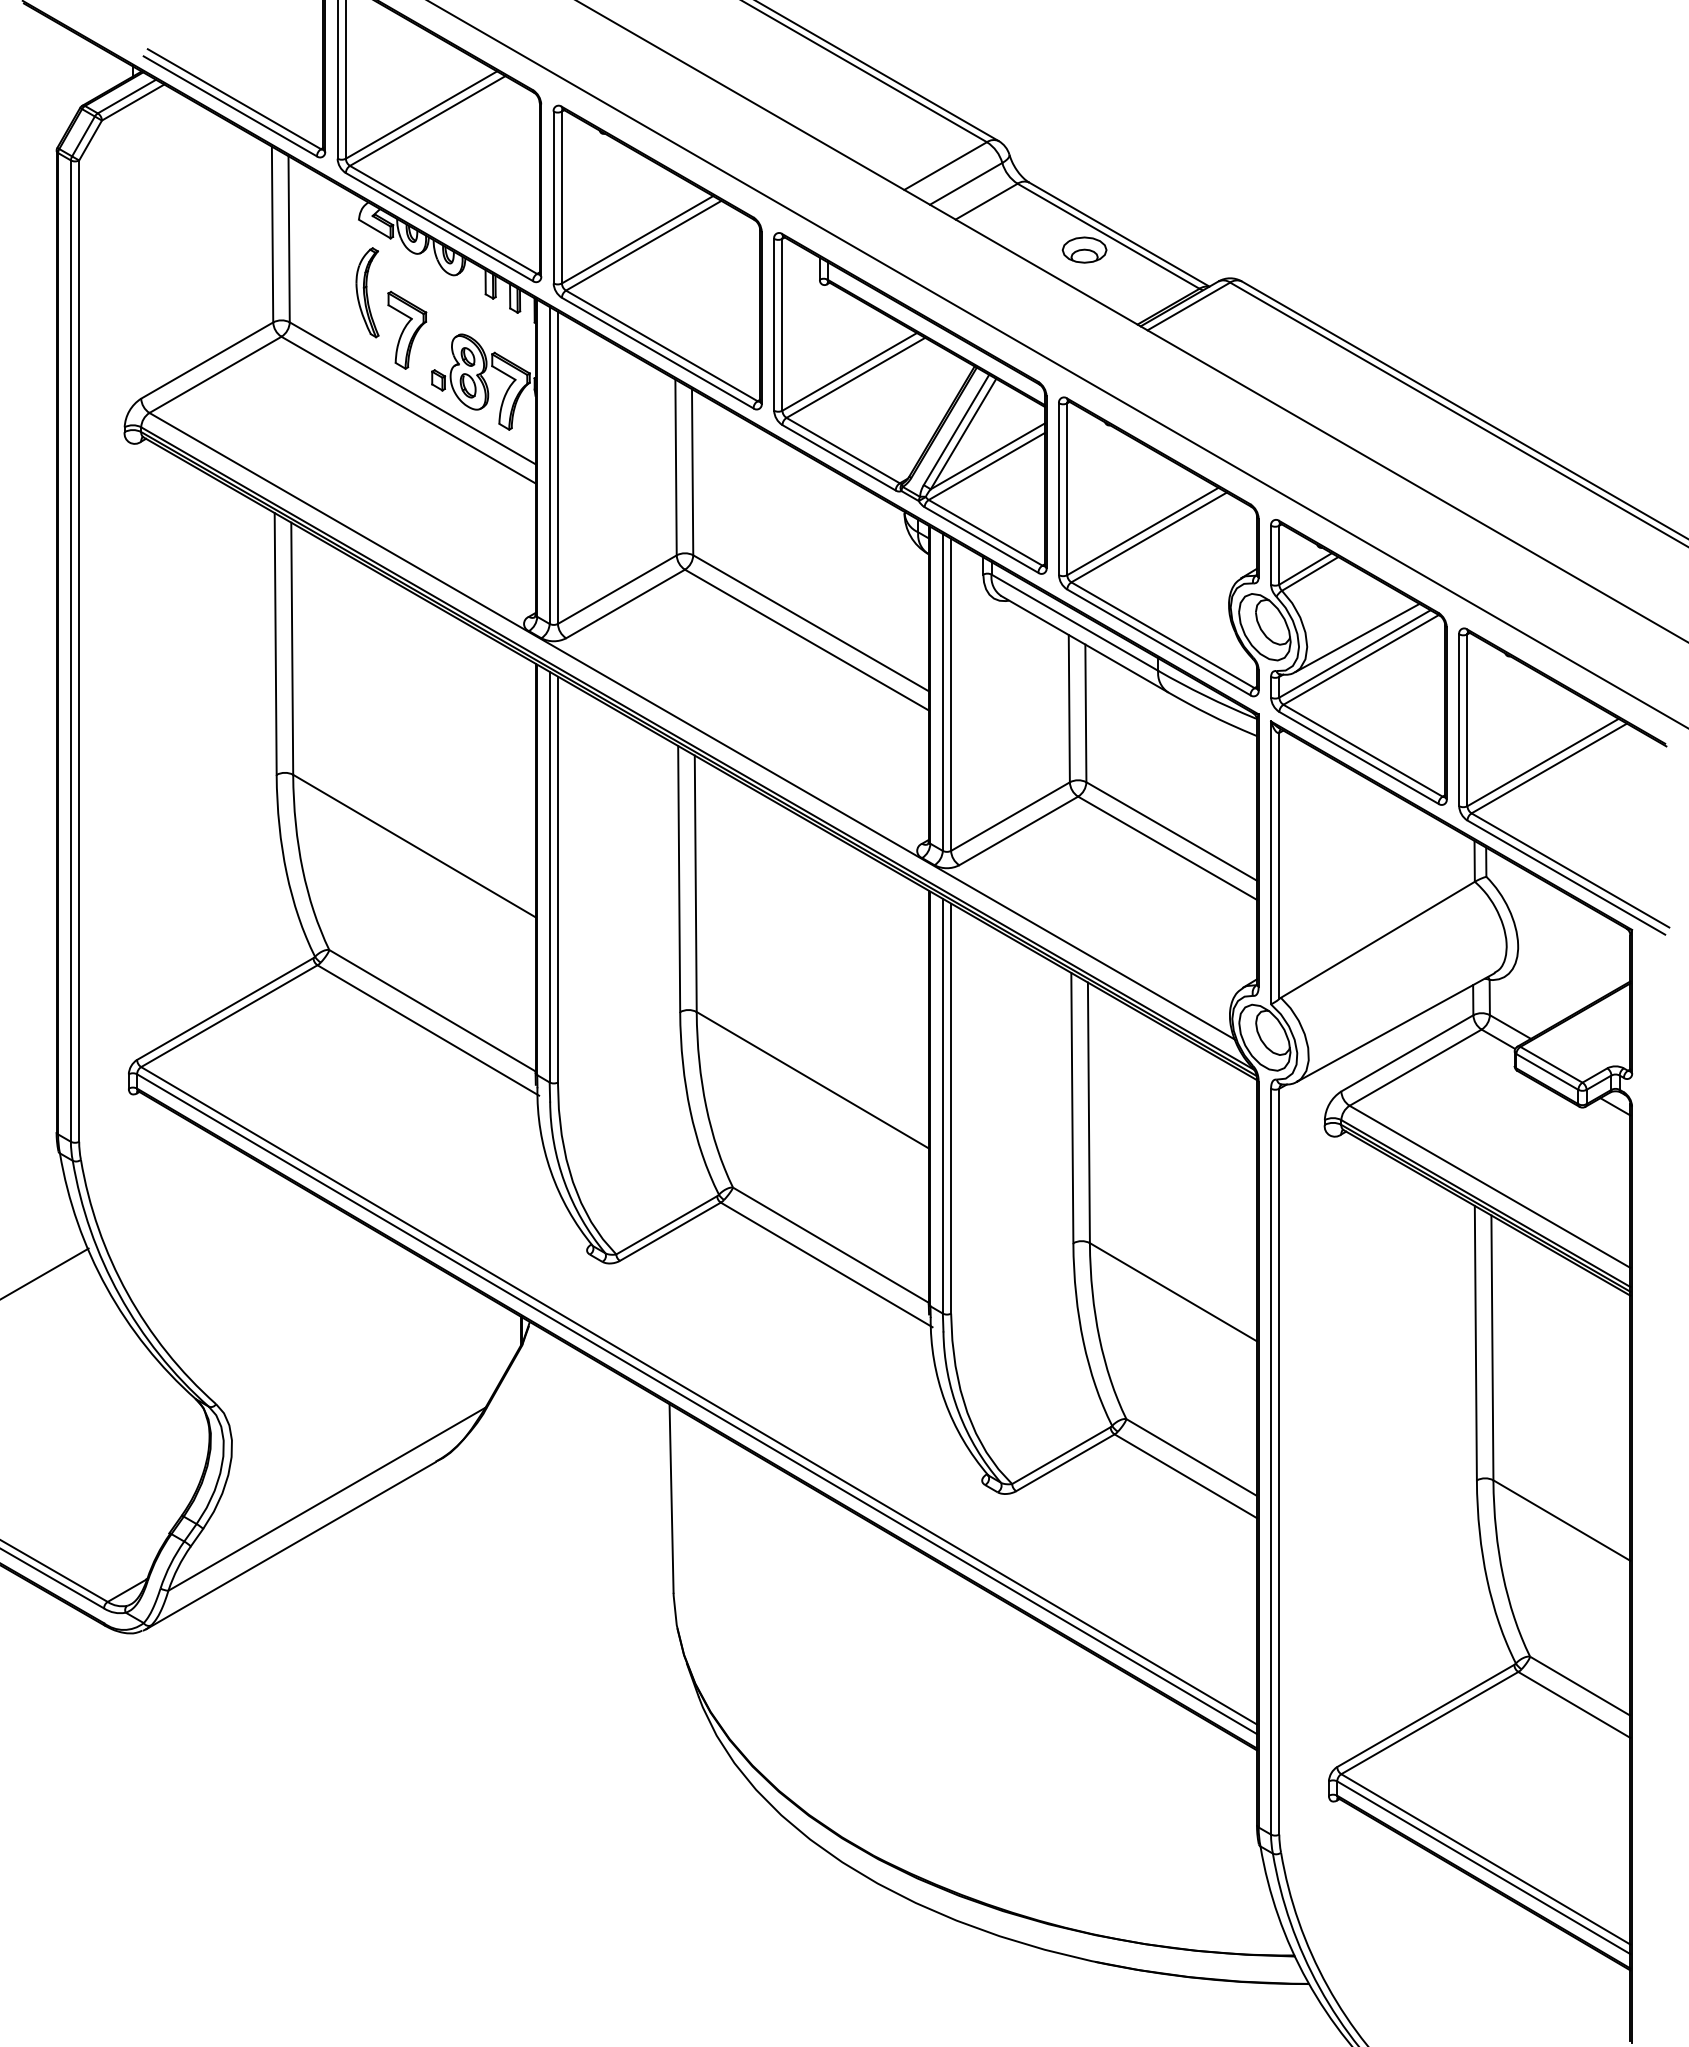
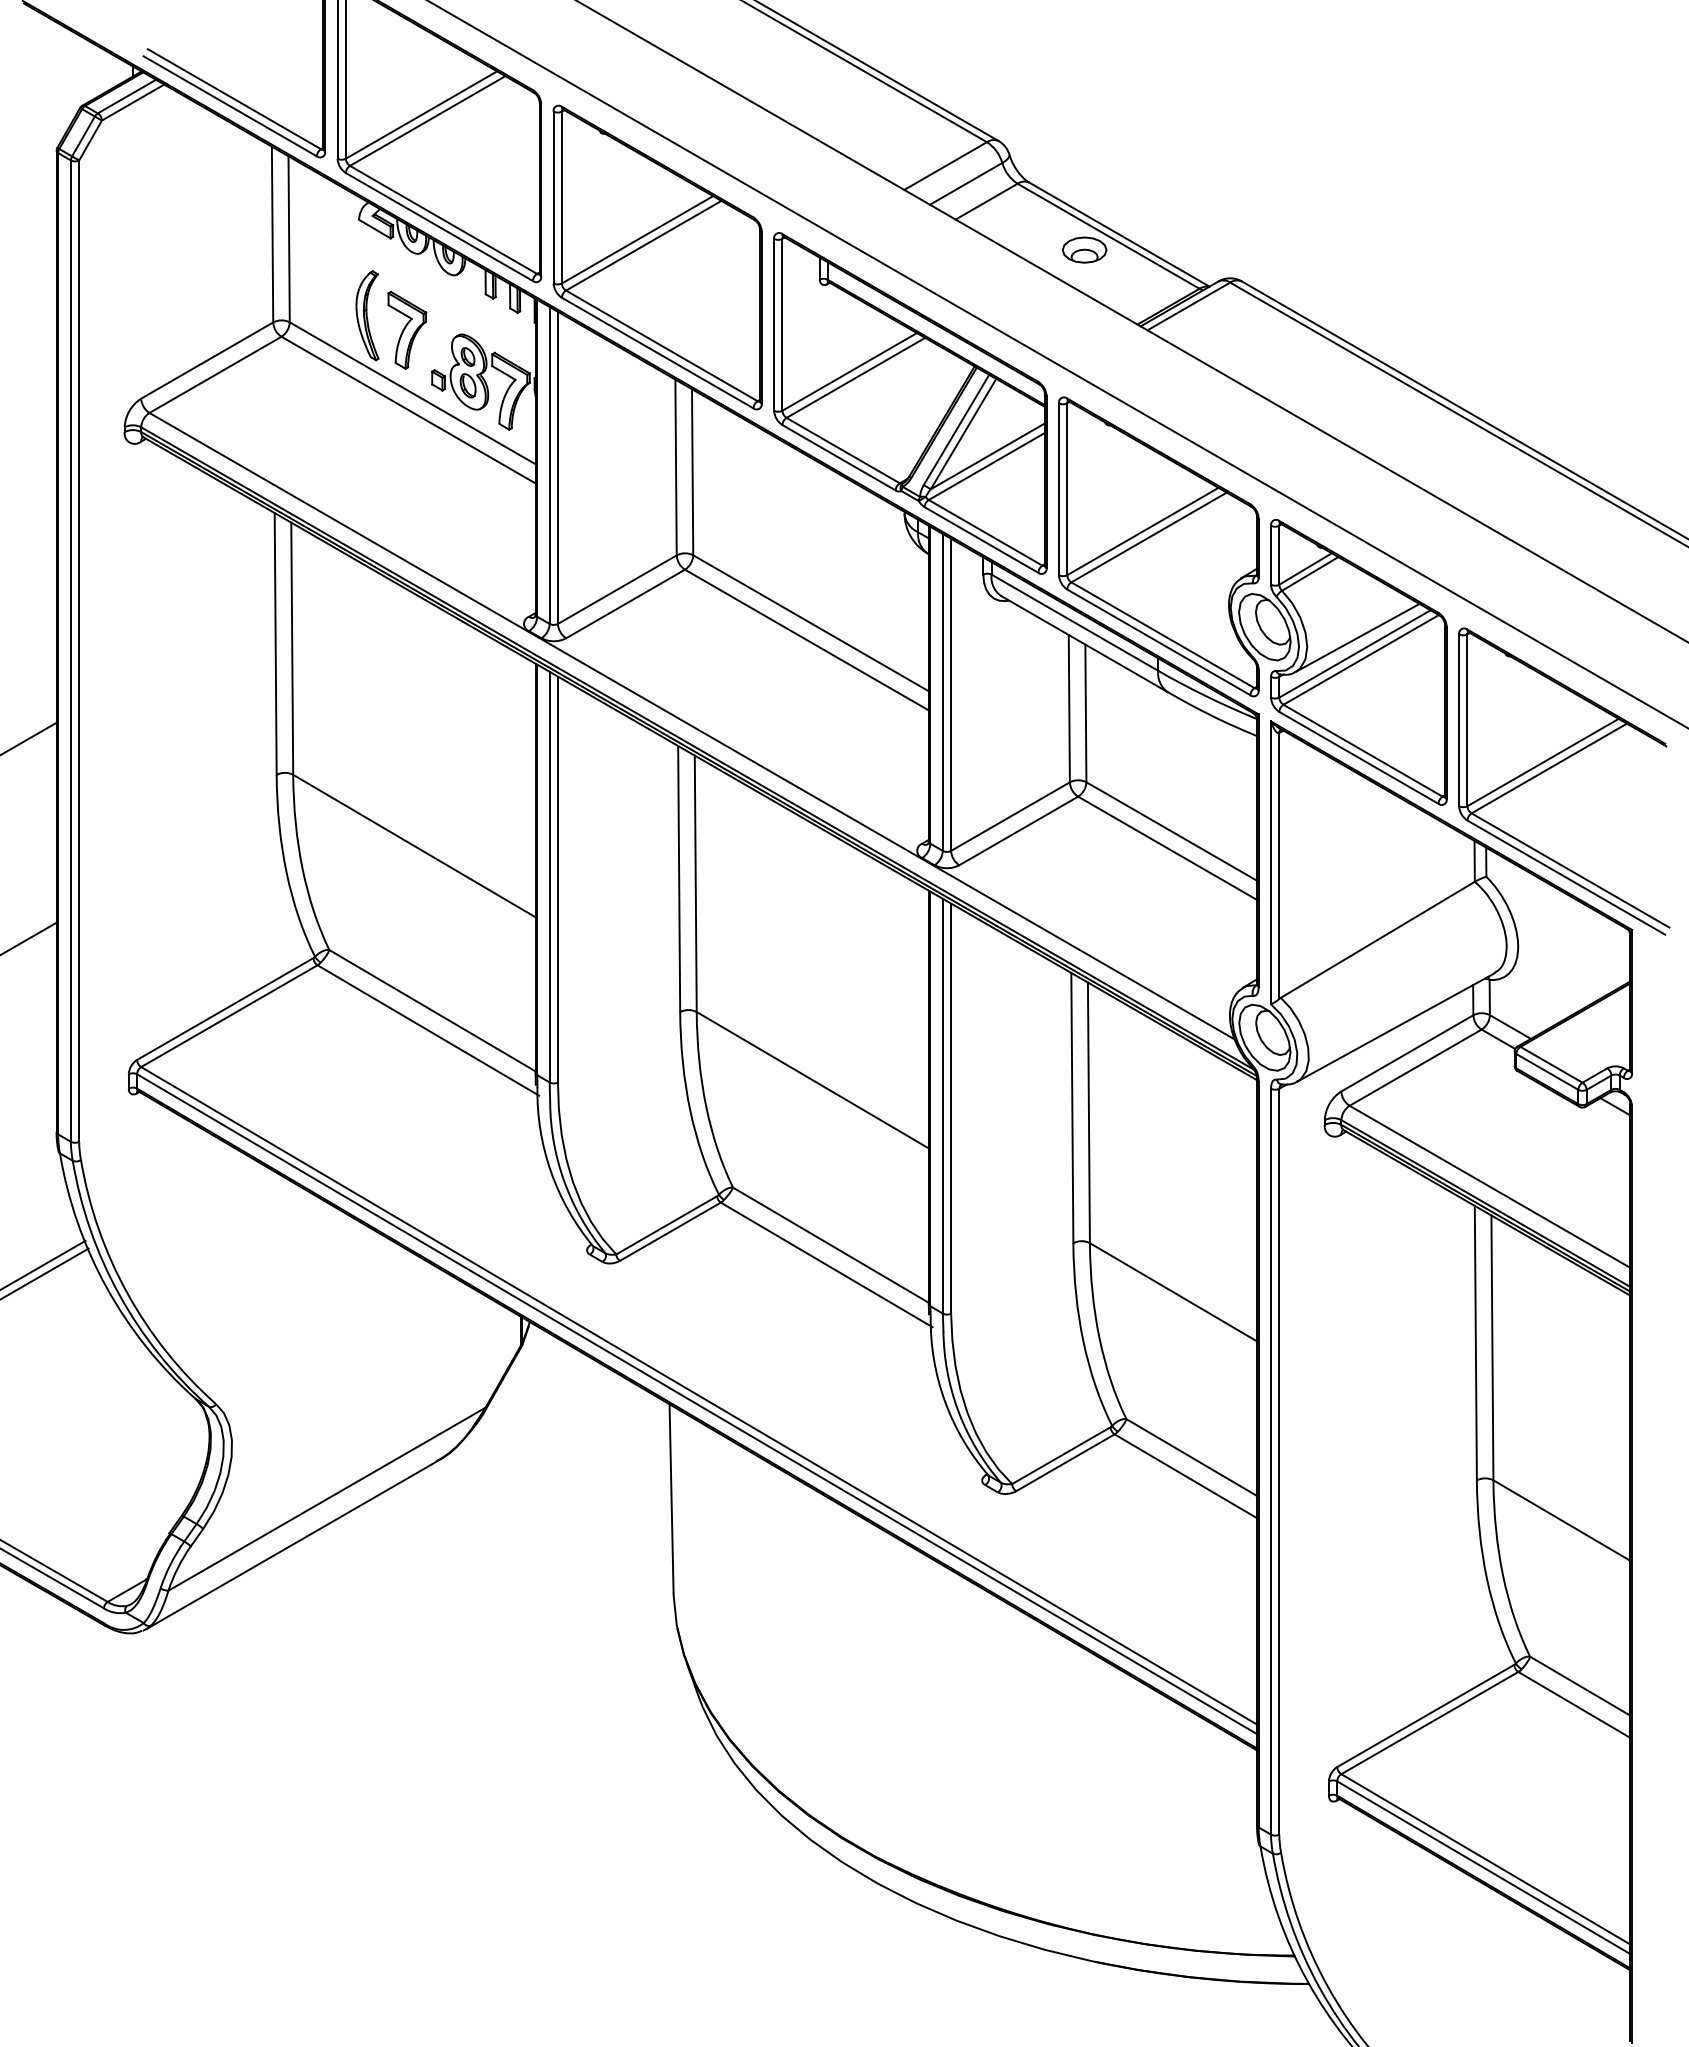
part at (367, 292) position: (367, 292) -> (367, 315)
line at (29, 737): none -> present
line at (29, 937): none -> present
line at (43, 1264): none -> present
